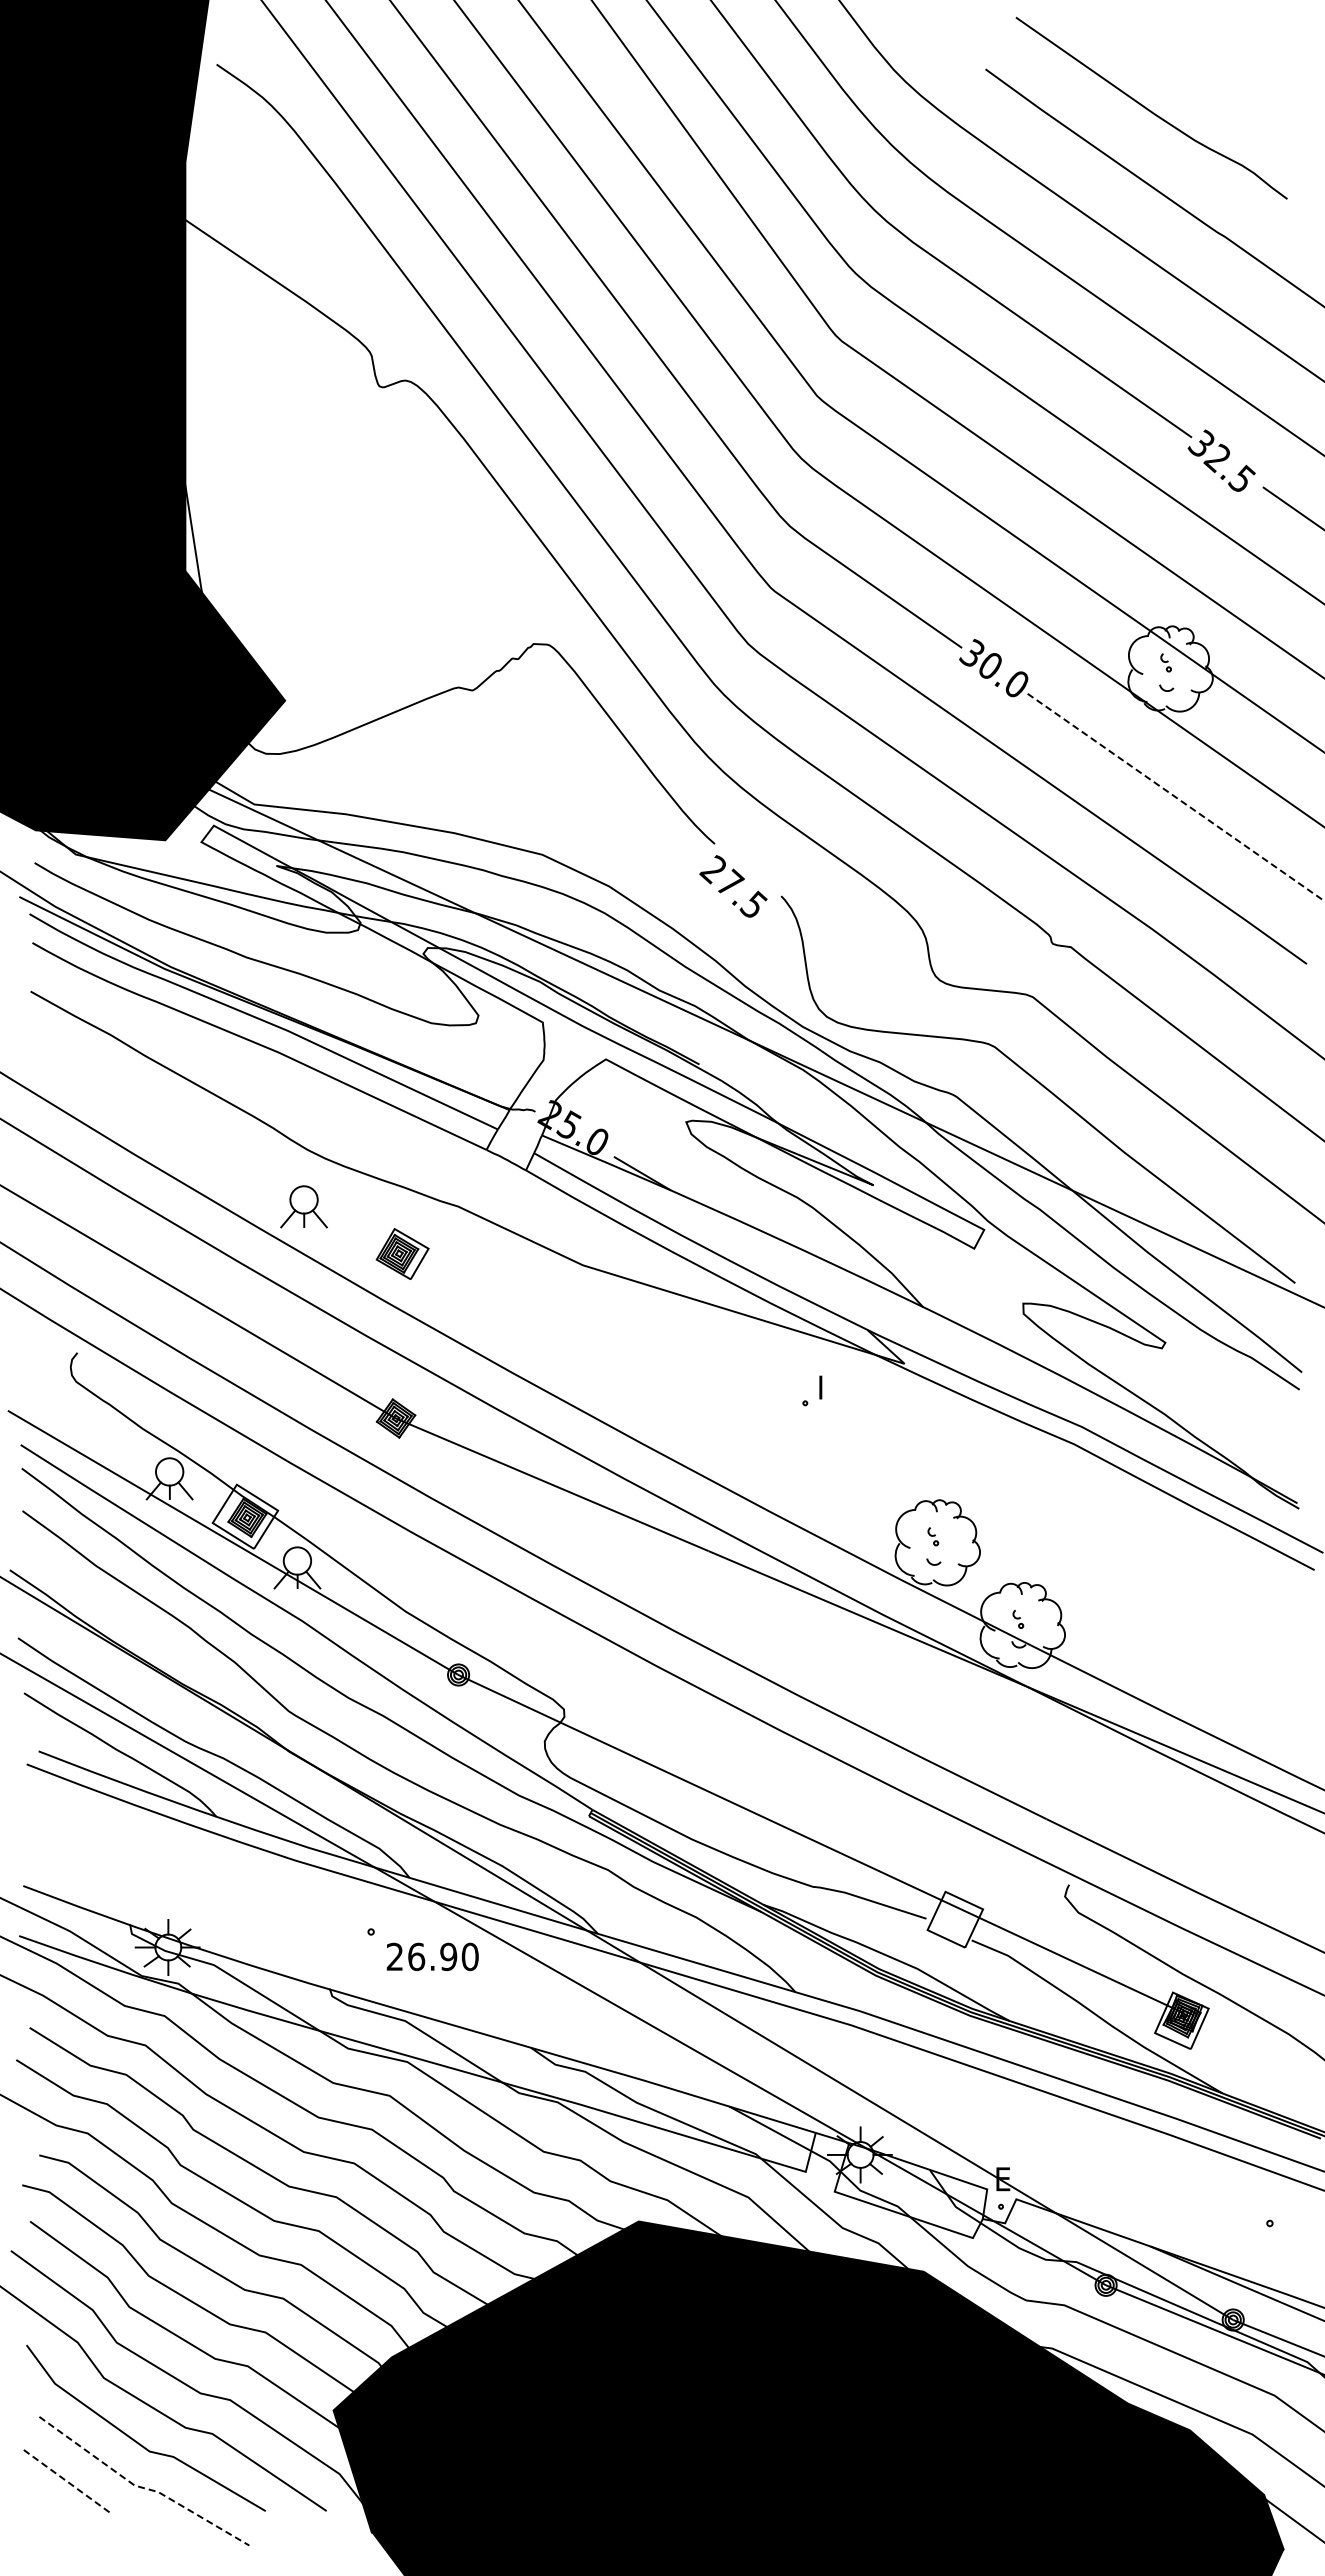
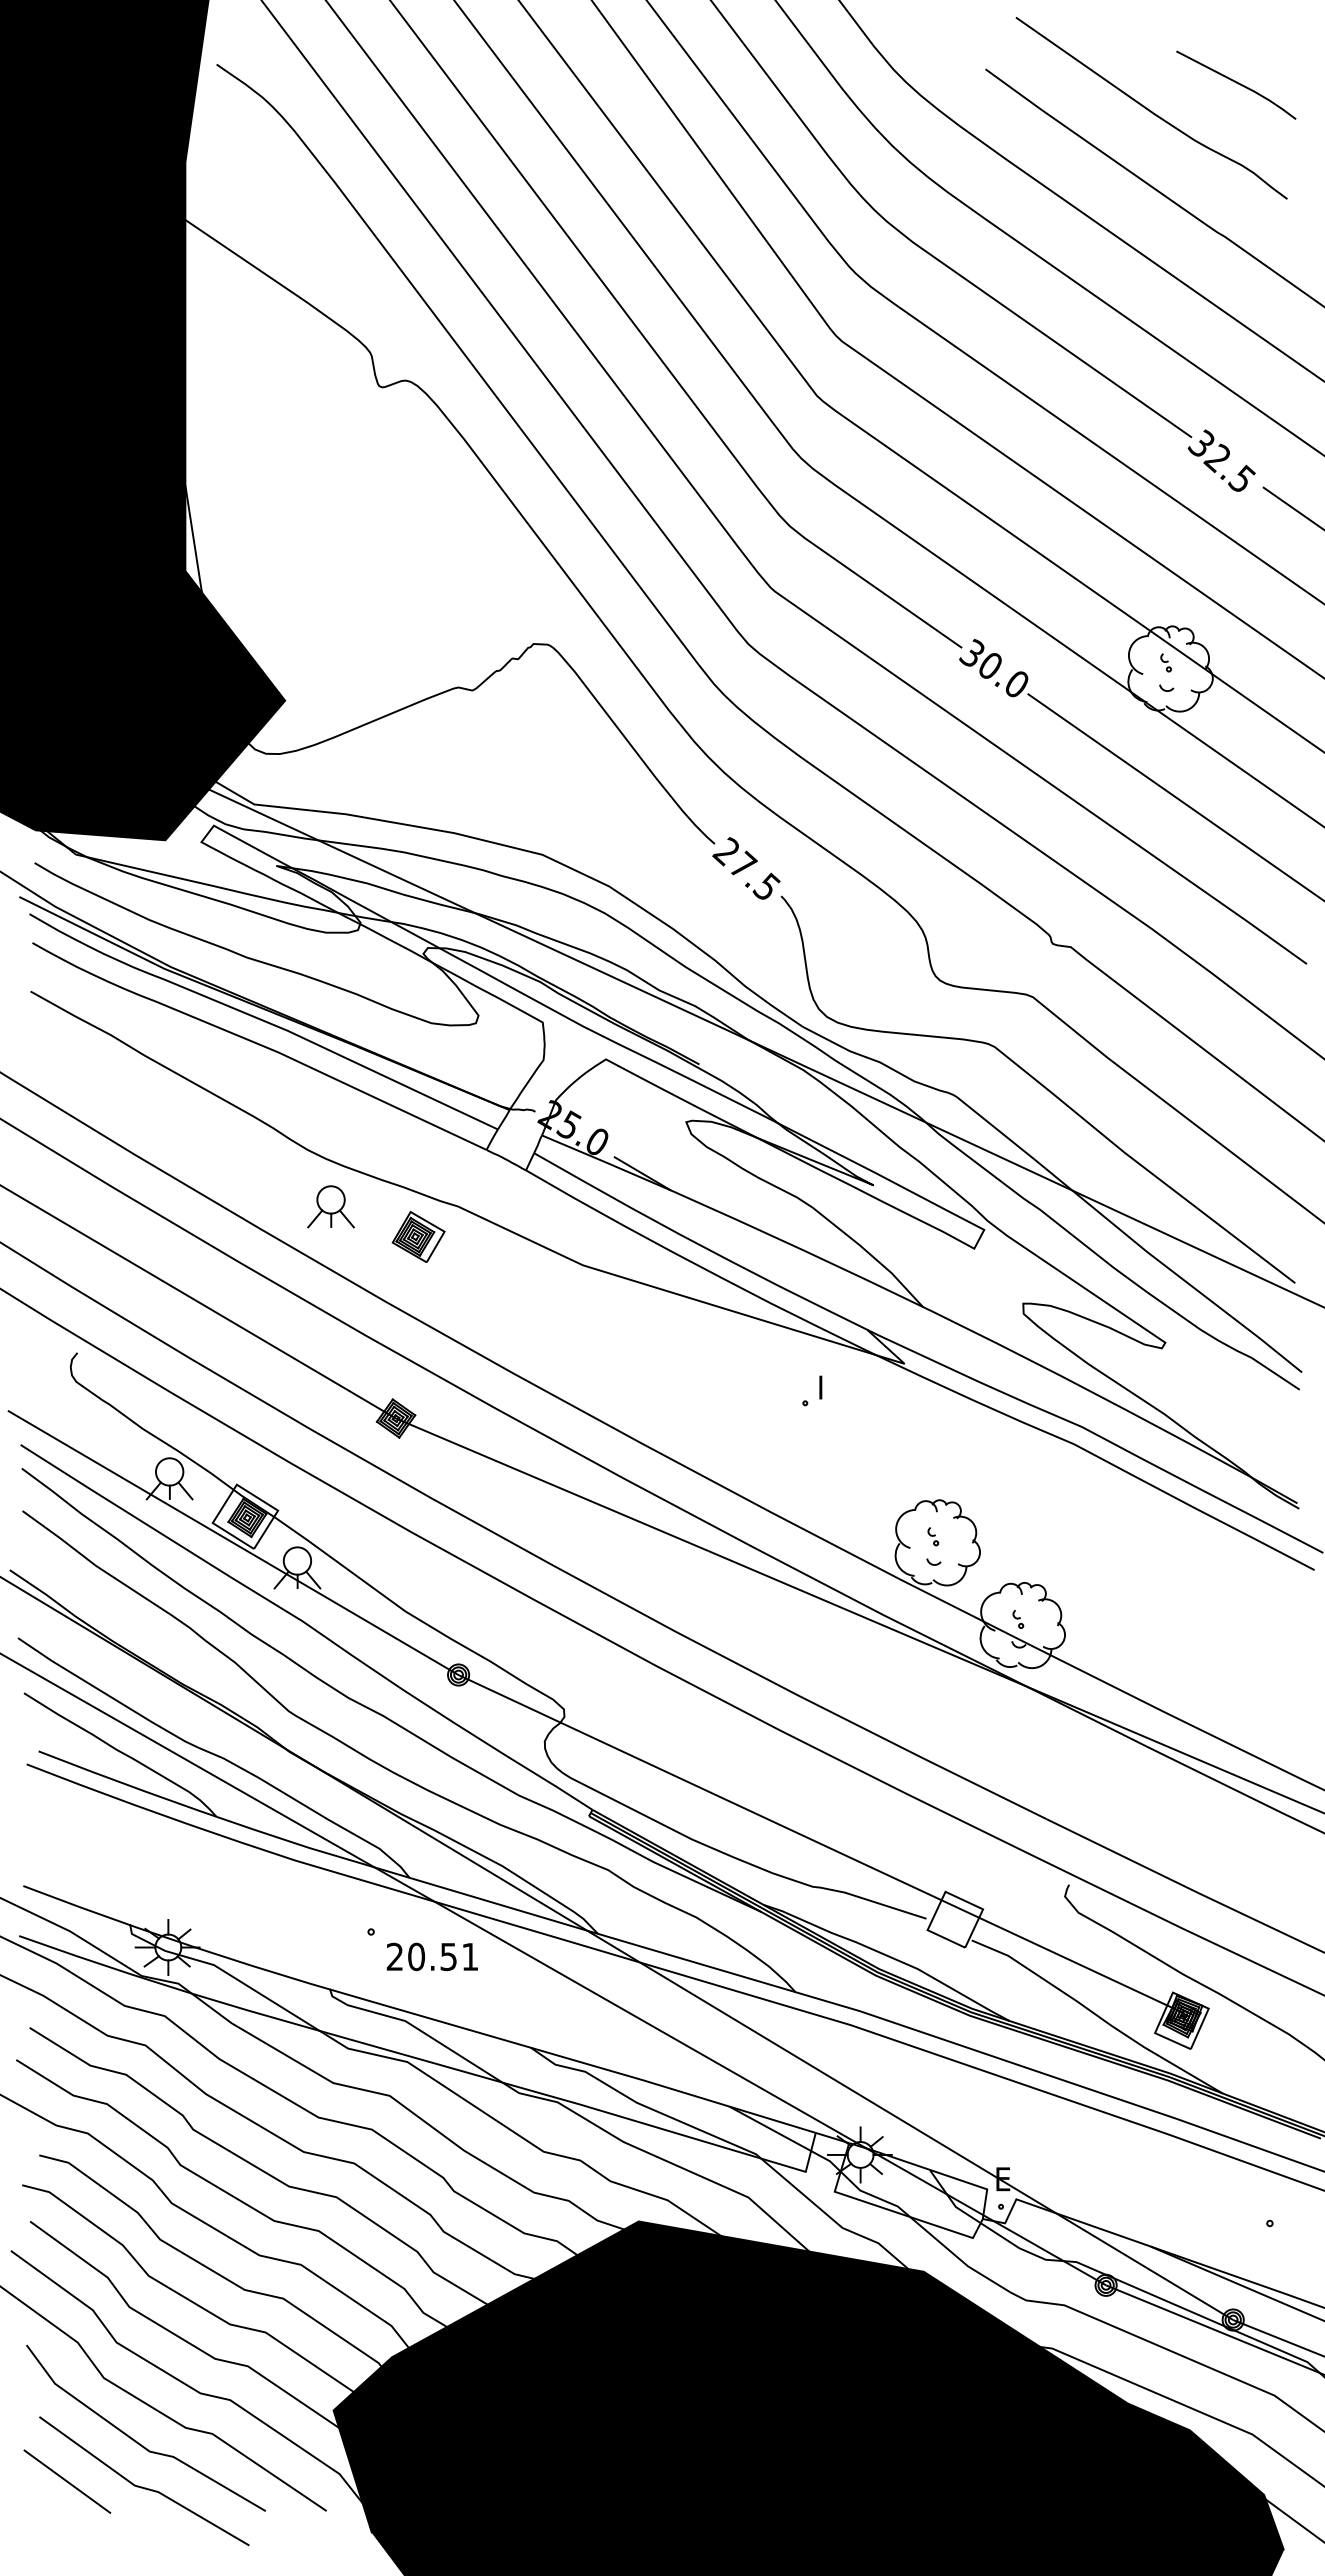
line at (1236, 83): none -> present
line at (1176, 797): dashed -> solid
text at (733, 886) position: (733, 886) -> (746, 868)
part at (303, 1206) position: (303, 1206) -> (330, 1206)
part at (402, 1253) position: (402, 1253) -> (418, 1236)
text at (443, 1956): 26.90 -> 20.51
line at (67, 2481): dashed -> solid
line at (141, 2487): dashed -> solid
